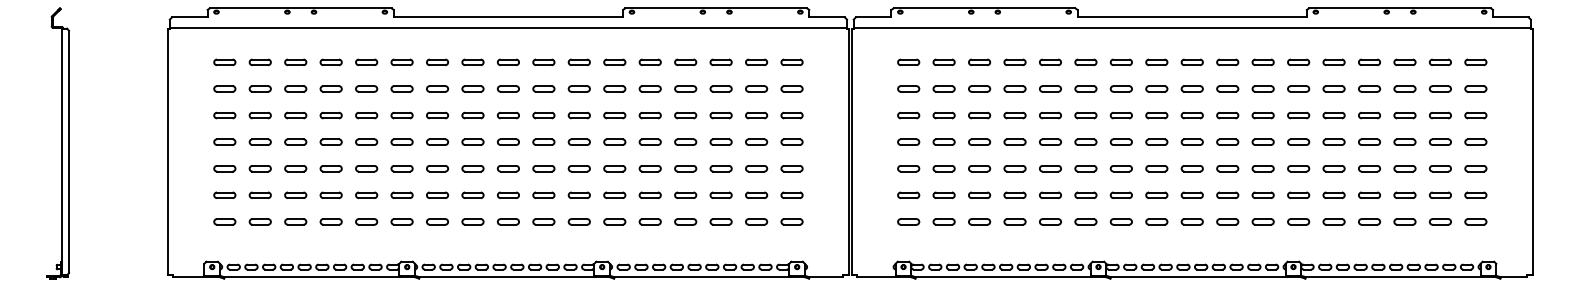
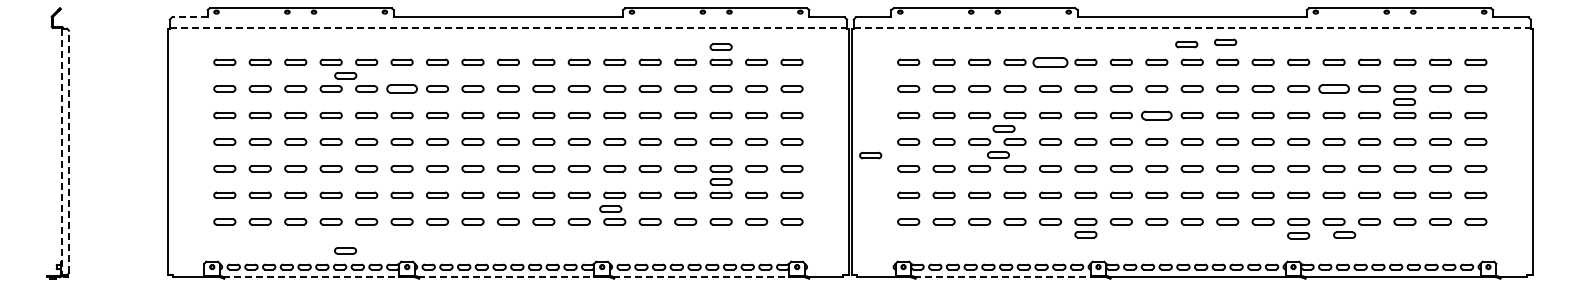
line at (189, 17): solid -> dashed
line at (508, 27): solid -> dashed
line at (1192, 27): solid -> dashed
part at (1225, 42): none -> present
part at (1186, 44): none -> present
part at (720, 46): none -> present
part at (1050, 61) size: 23x8 px -> 37x11 px
part at (345, 75): none -> present
part at (401, 88) size: 24x8 px -> 32x10 px
part at (1333, 88) size: 24x8 px -> 32x10 px
part at (1404, 101): none -> present
part at (1156, 115) size: 24x9 px -> 32x11 px
part at (1003, 128): none -> present
line at (69, 151): solid -> dashed
line at (62, 152): solid -> dashed
part at (998, 154): none -> present
part at (870, 155): none -> present
part at (720, 181): none -> present
part at (610, 208): none -> present
part at (1085, 234): none -> present
part at (1344, 234): none -> present
part at (1298, 235): none -> present
part at (345, 250): none -> present
line at (311, 276): solid -> dashed
line at (506, 276): solid -> dashed
line at (701, 276): solid -> dashed
line at (1002, 276): solid -> dashed
